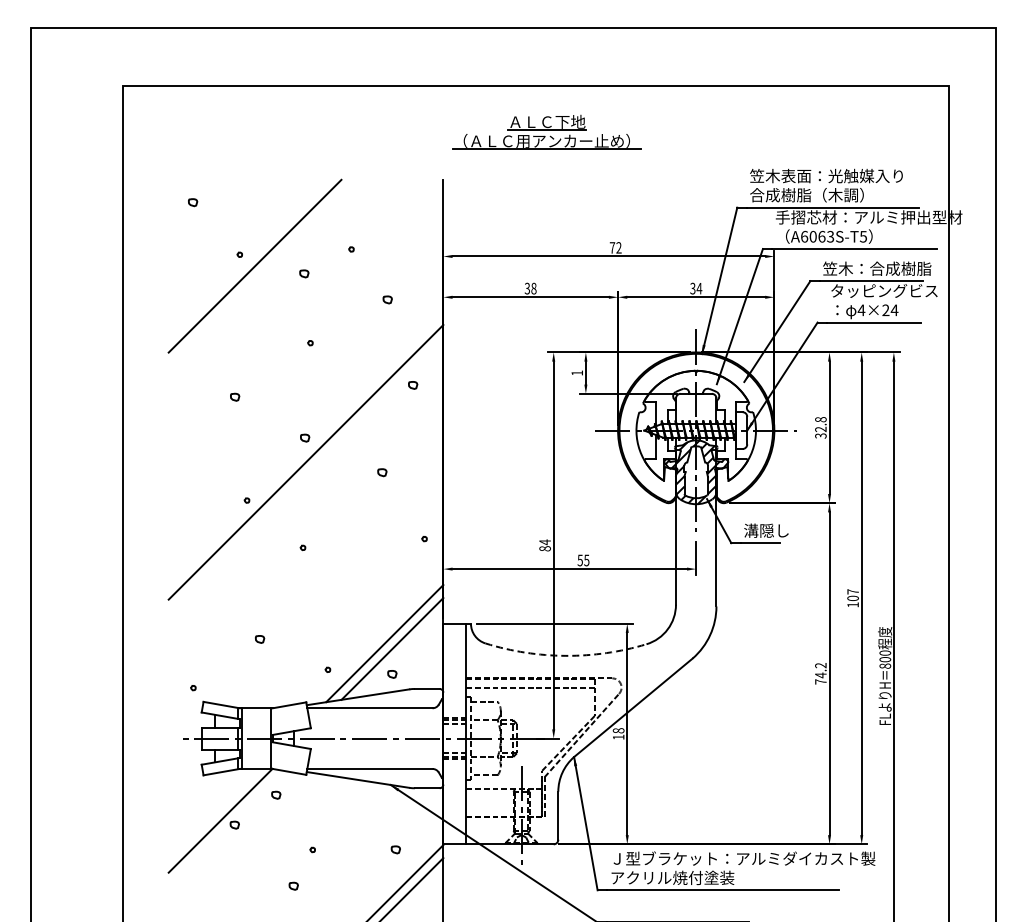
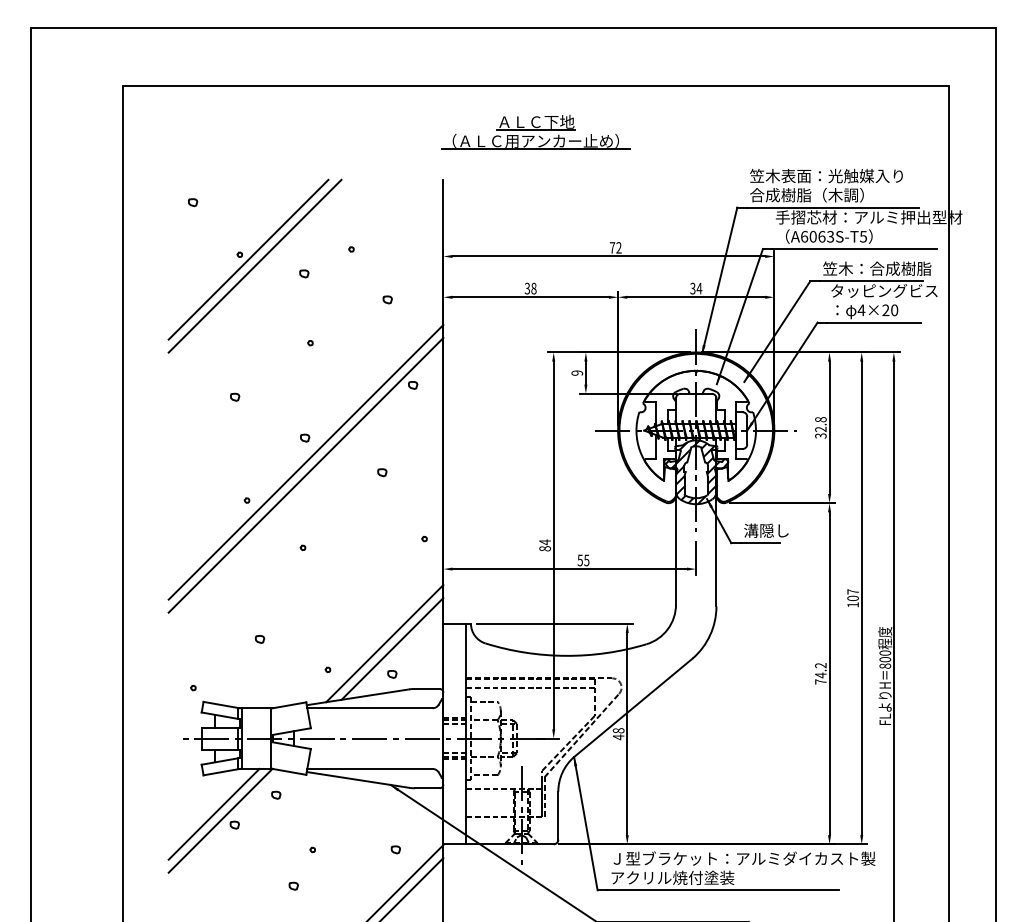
part at (546, 131) position: (546, 131) -> (535, 131)
line at (248, 259): none -> present
text at (894, 310): 4×24 -> 4×20
text at (577, 372): 1 -> 9
line at (305, 474): none -> present
arc at (565, 655): dashed -> solid
text at (618, 737): 18 -> 48
line at (213, 813): none -> present
